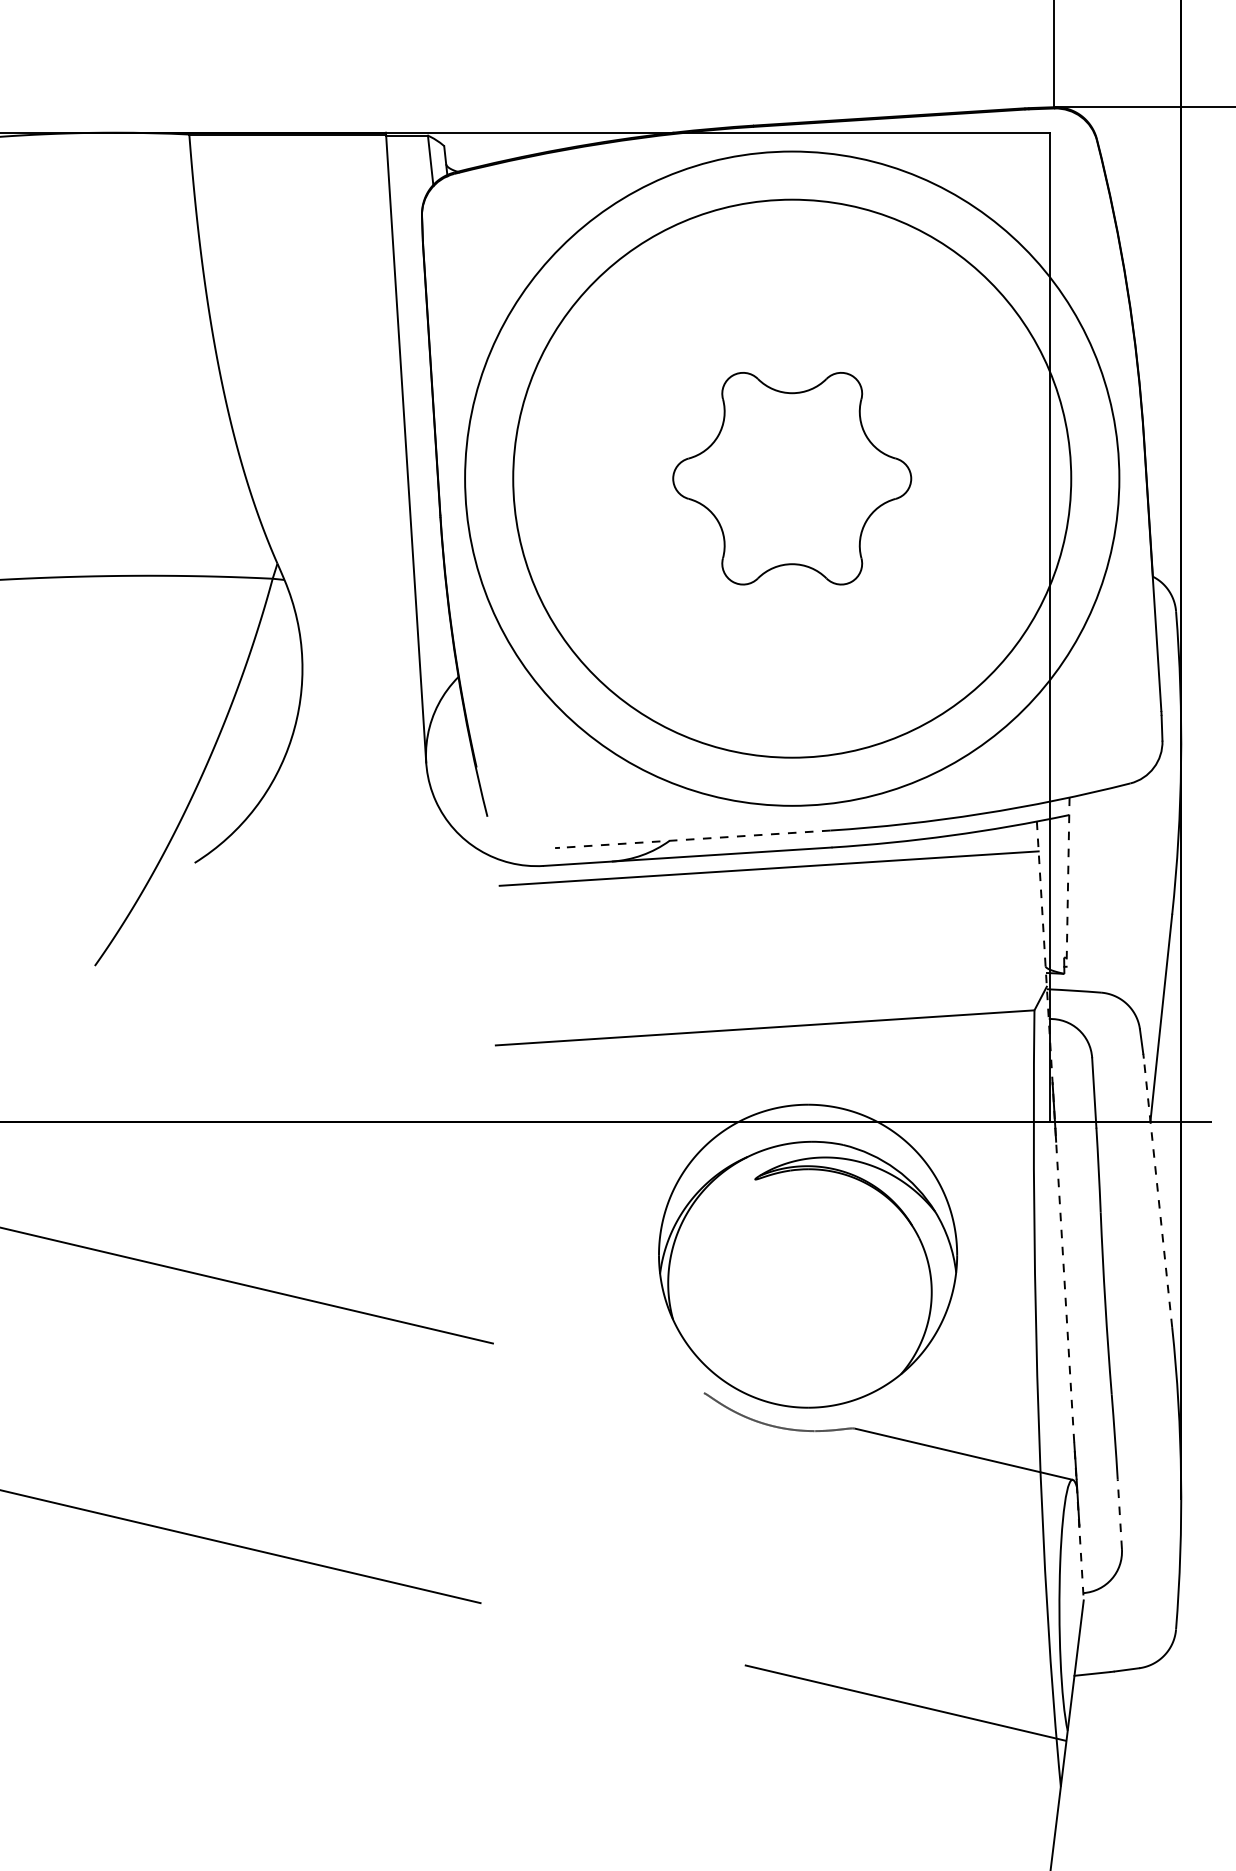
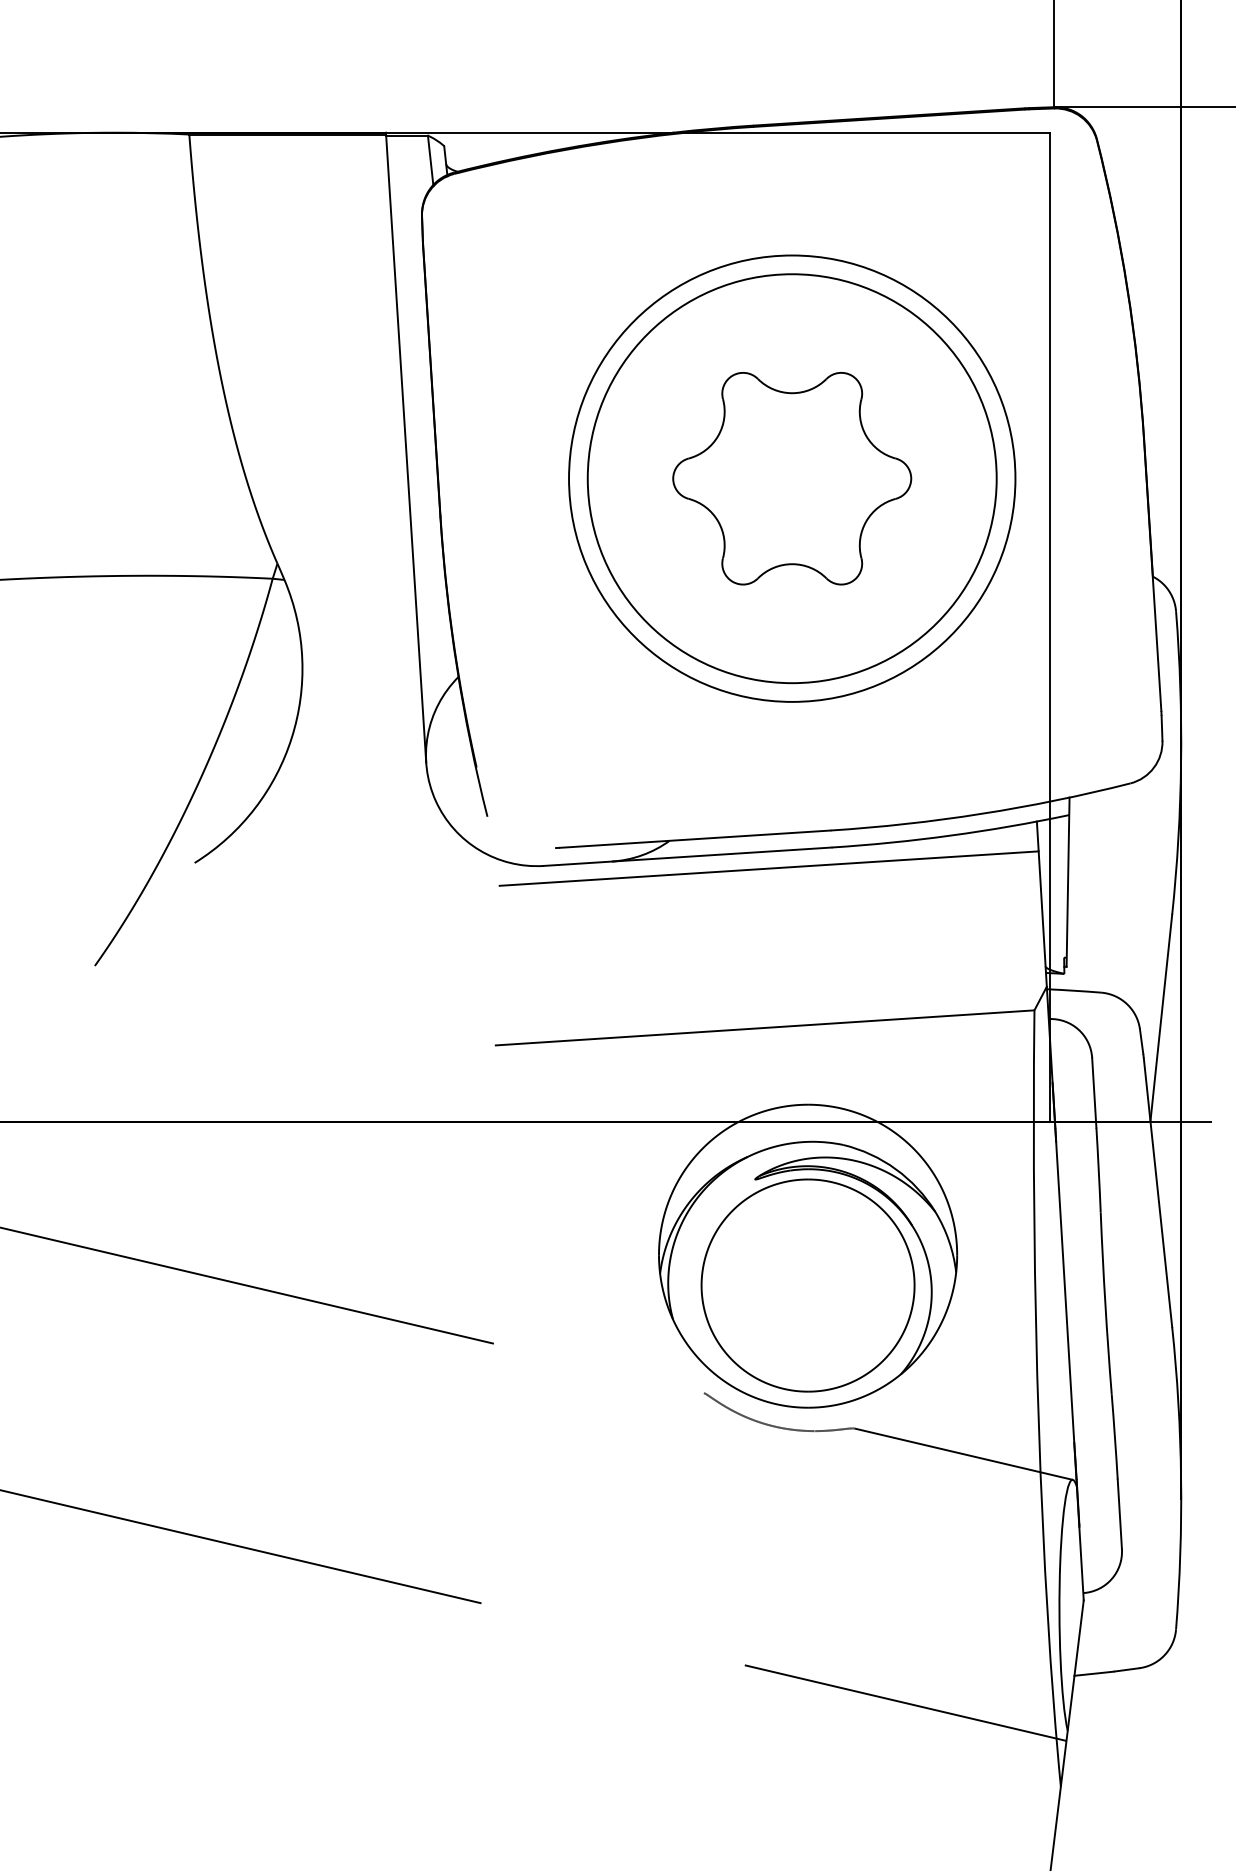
circle at (792, 478) diameter: 558 px -> 446 px
circle at (792, 478) diameter: 654 px -> 409 px
line at (695, 839): dashed -> solid
line at (1068, 882): dashed -> solid
line at (1157, 1192): dashed -> solid
line at (1060, 1211): dashed -> solid
part at (807, 1285): none -> present
line at (1119, 1514): dashed -> solid
